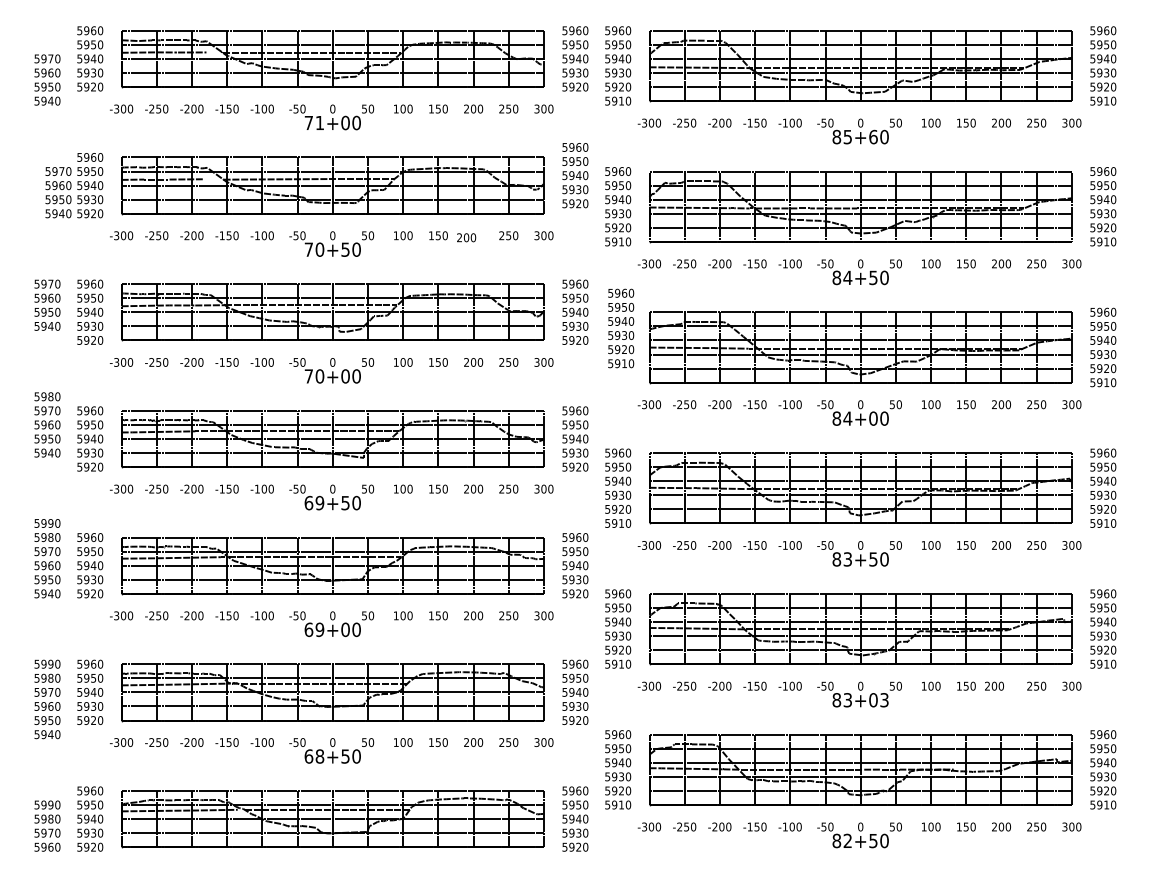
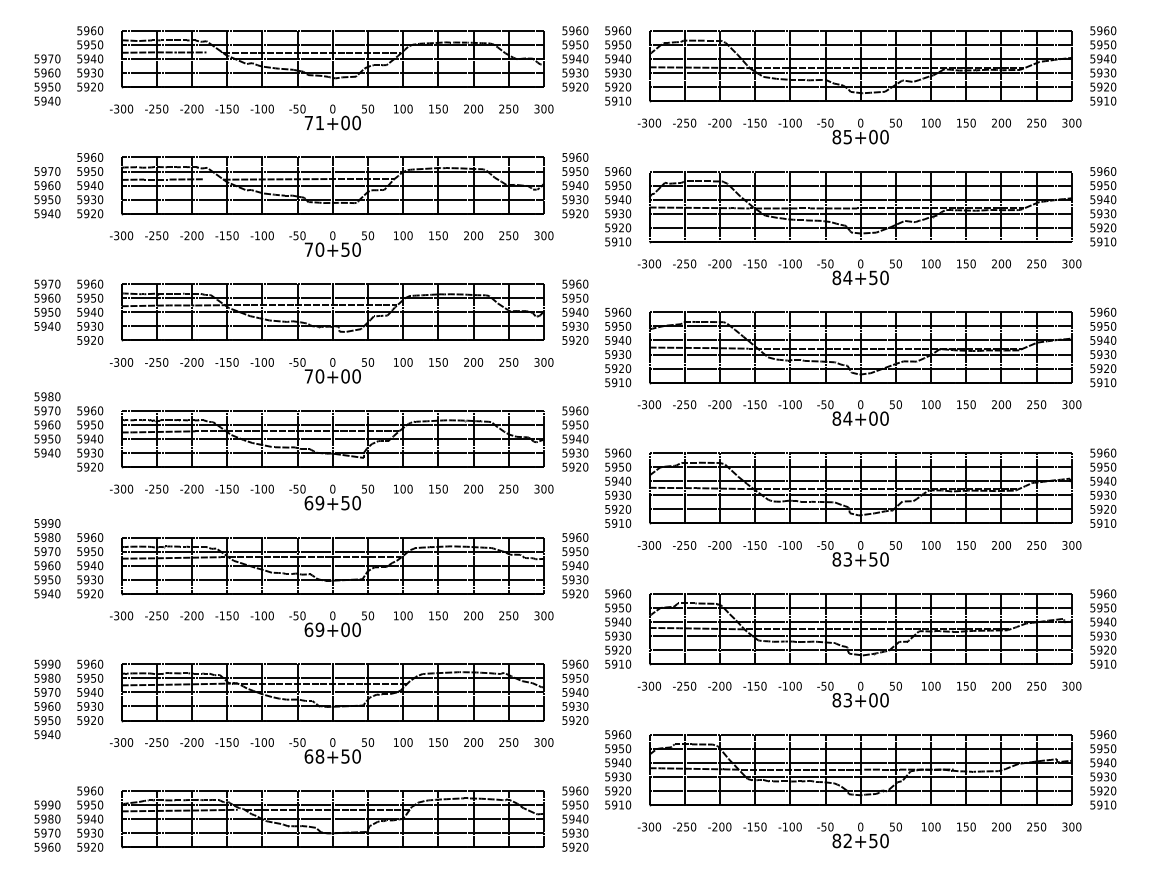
text at (873, 136): 85+60 -> 85+00
text at (575, 175) position: (575, 175) -> (575, 185)
text at (58, 192) position: (58, 192) -> (47, 192)
text at (466, 237) position: (466, 237) -> (473, 235)
text at (621, 328) position: (621, 328) -> (618, 347)
text at (994, 685) position: (994, 685) -> (1001, 685)
text at (884, 700): 83+03 -> 83+00
